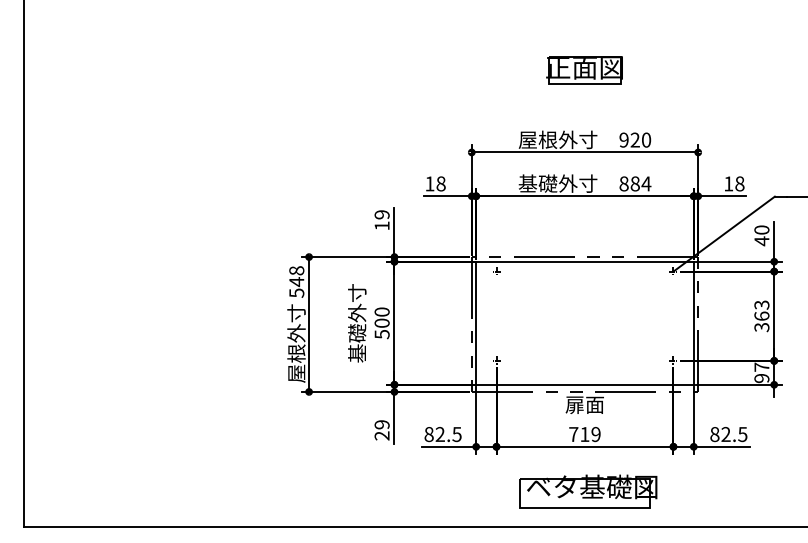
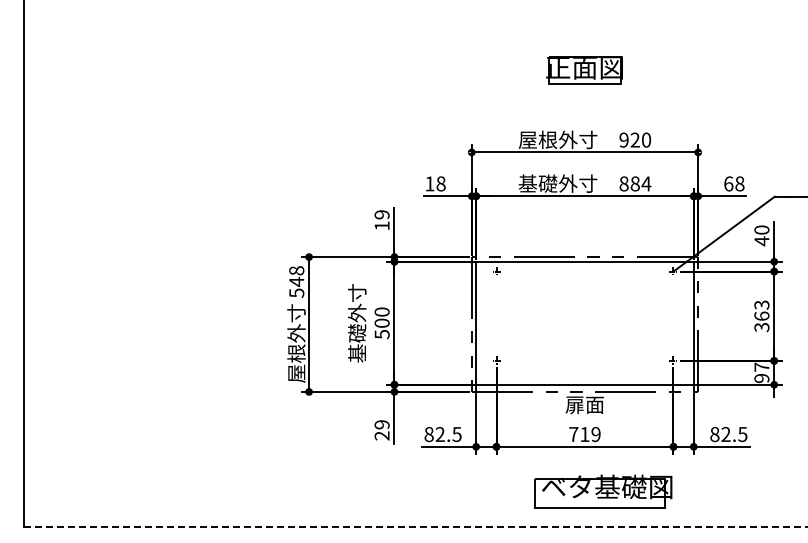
text at (728, 183): 18 -> 68
part at (588, 491) position: (588, 491) -> (603, 491)
line at (416, 526): solid -> dashed
